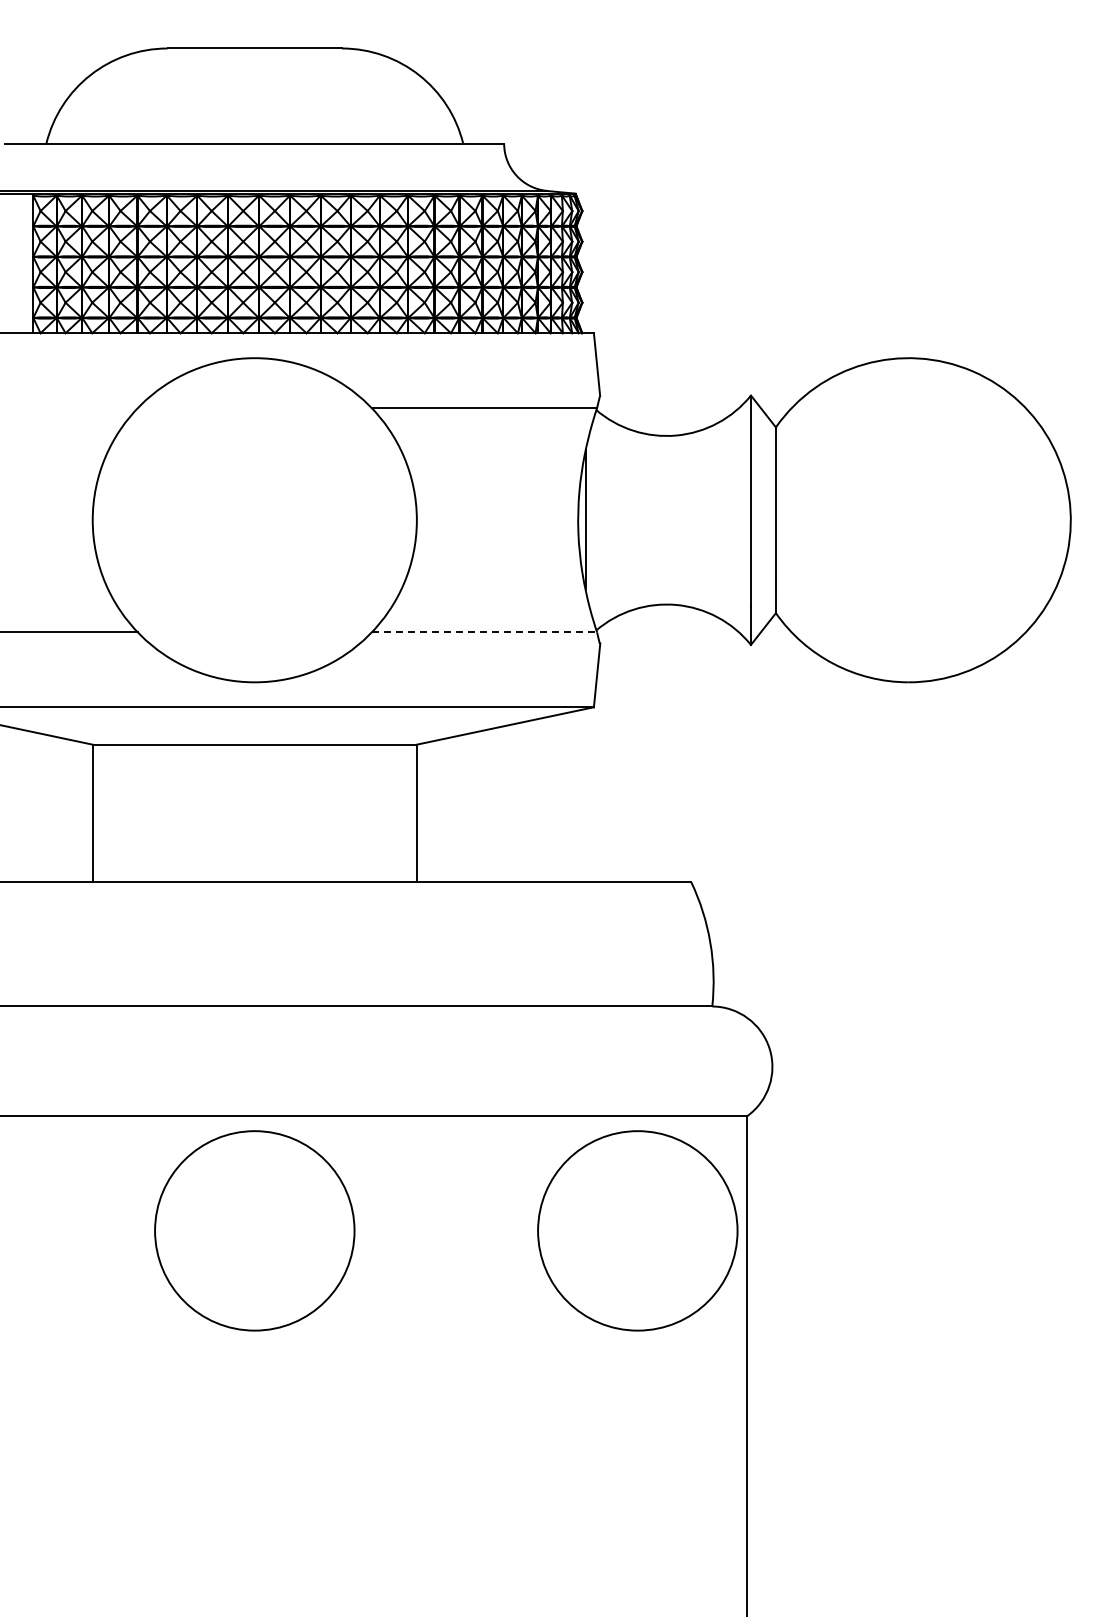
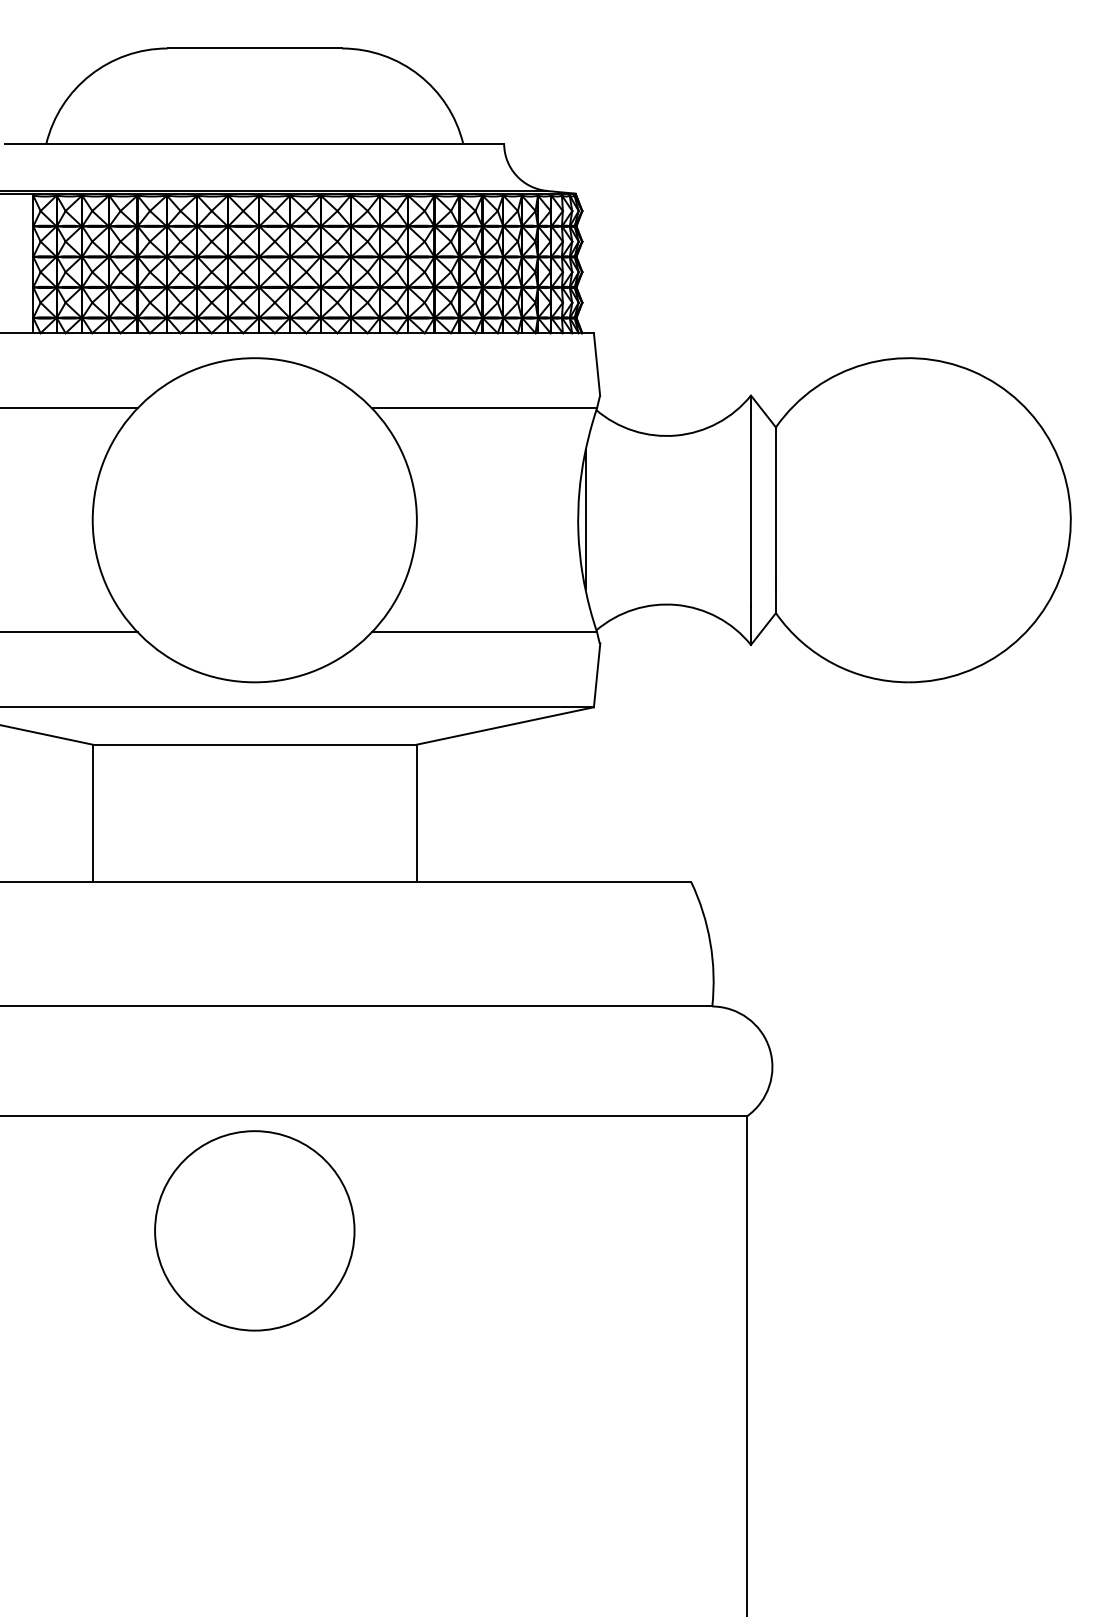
line at (69, 408): none -> present
line at (484, 632): dashed -> solid
circle at (637, 1230): present -> none
